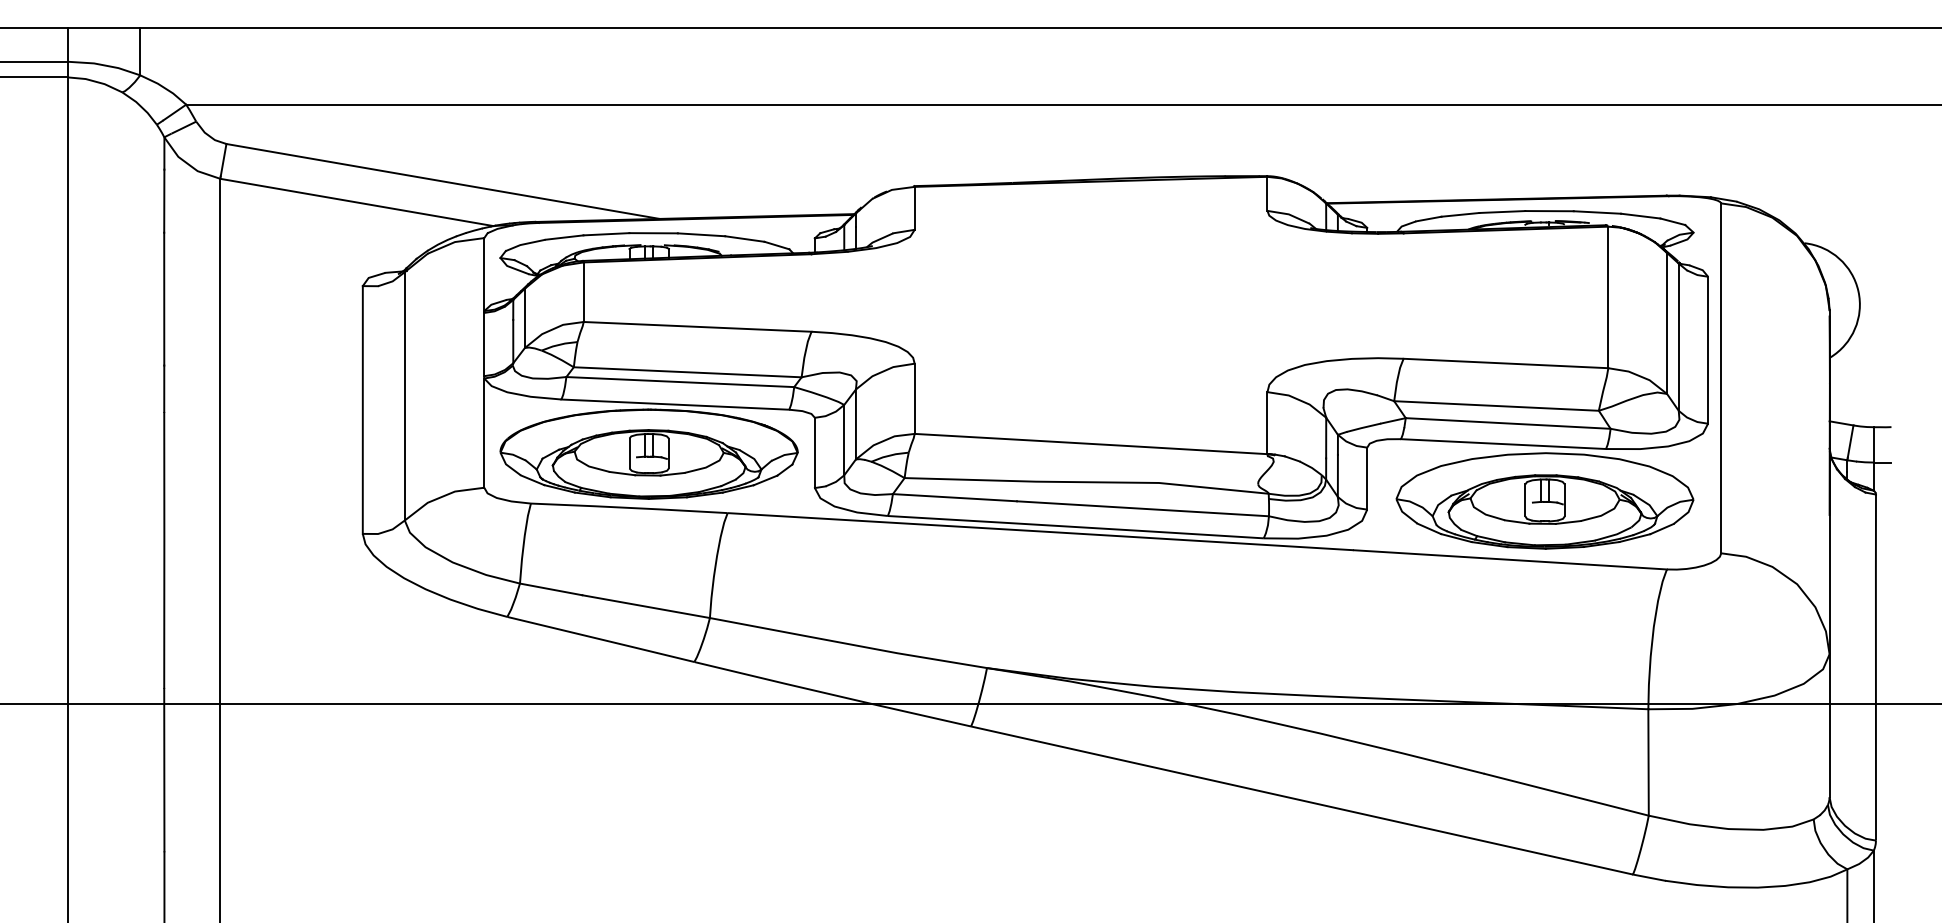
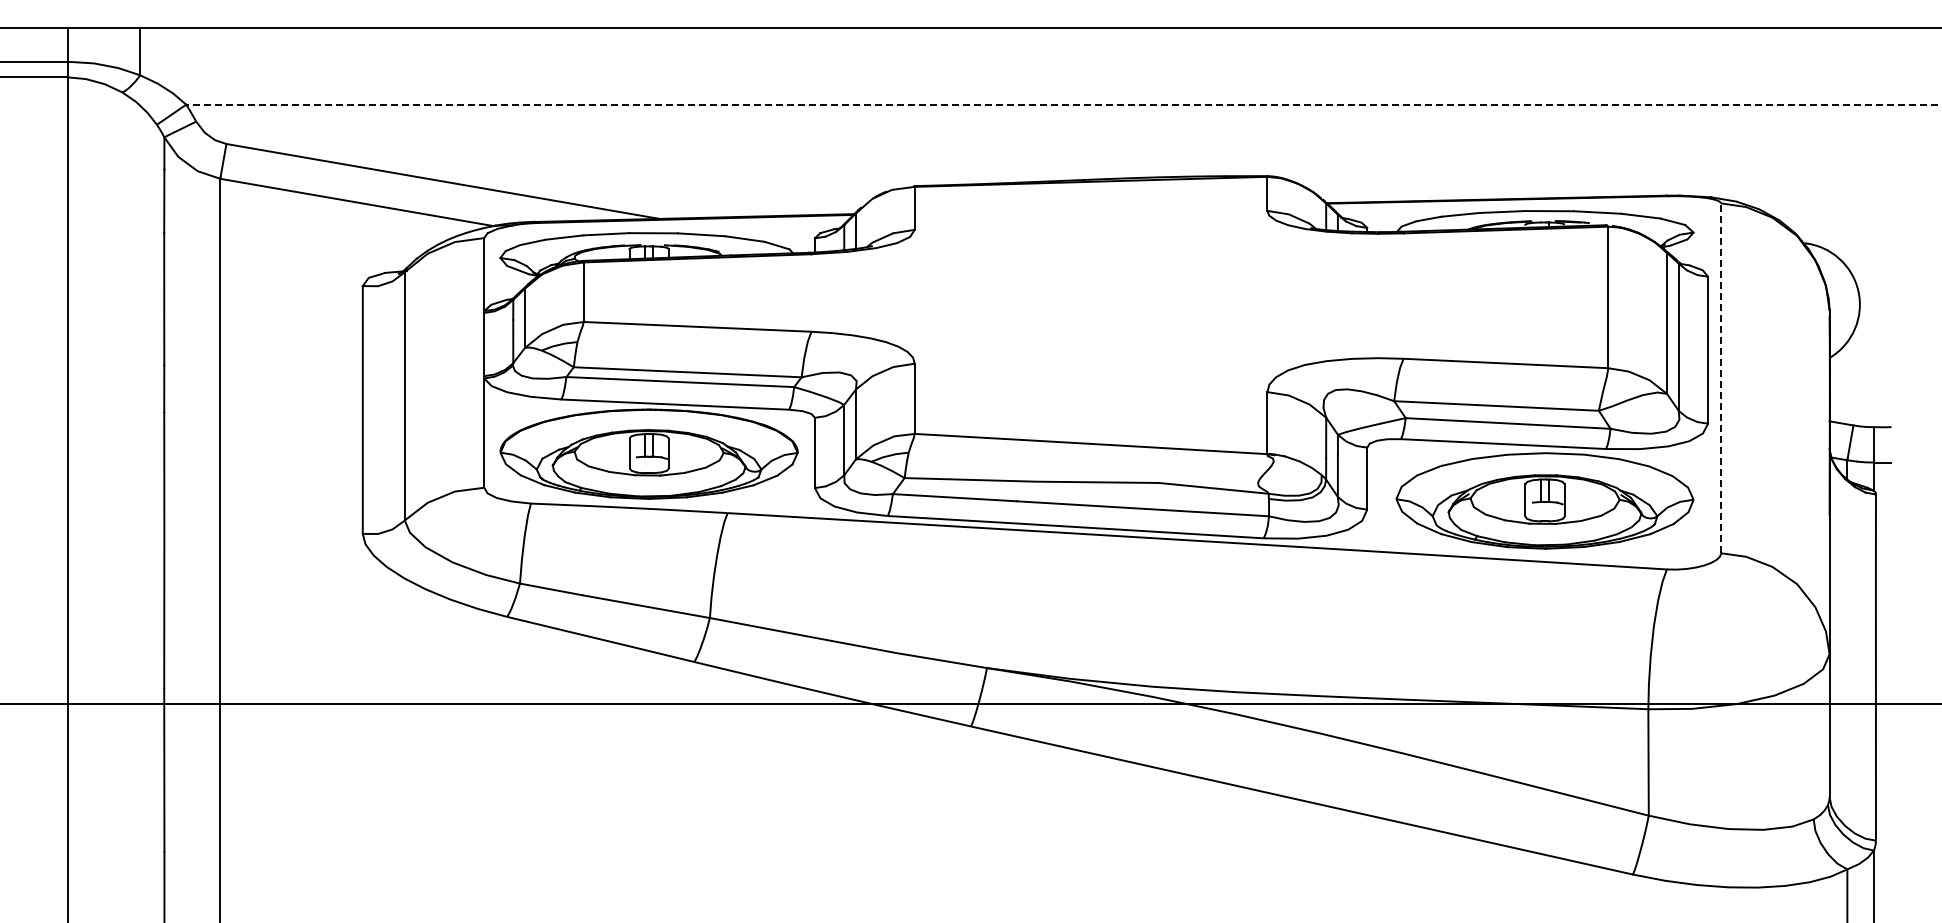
line at (1063, 104): solid -> dashed
line at (1721, 378): solid -> dashed
